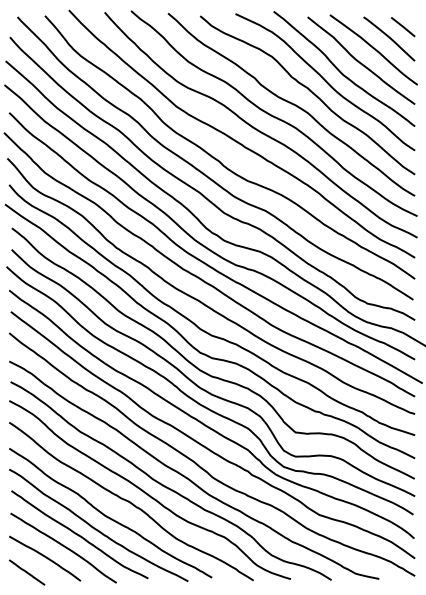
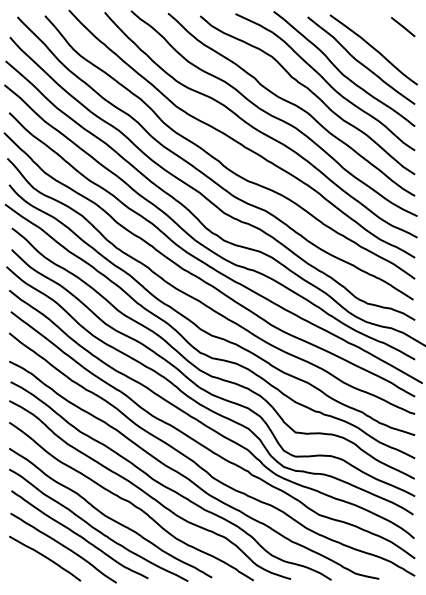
curve at (389, 38): present -> none
line at (27, 572): present -> none
